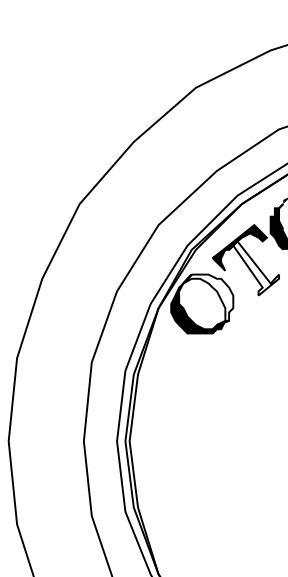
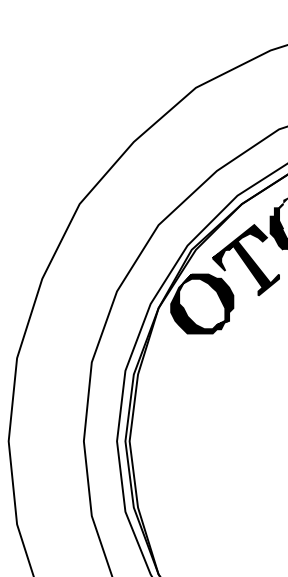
fill at (254, 268): none -> present
fill at (208, 299): none -> present
